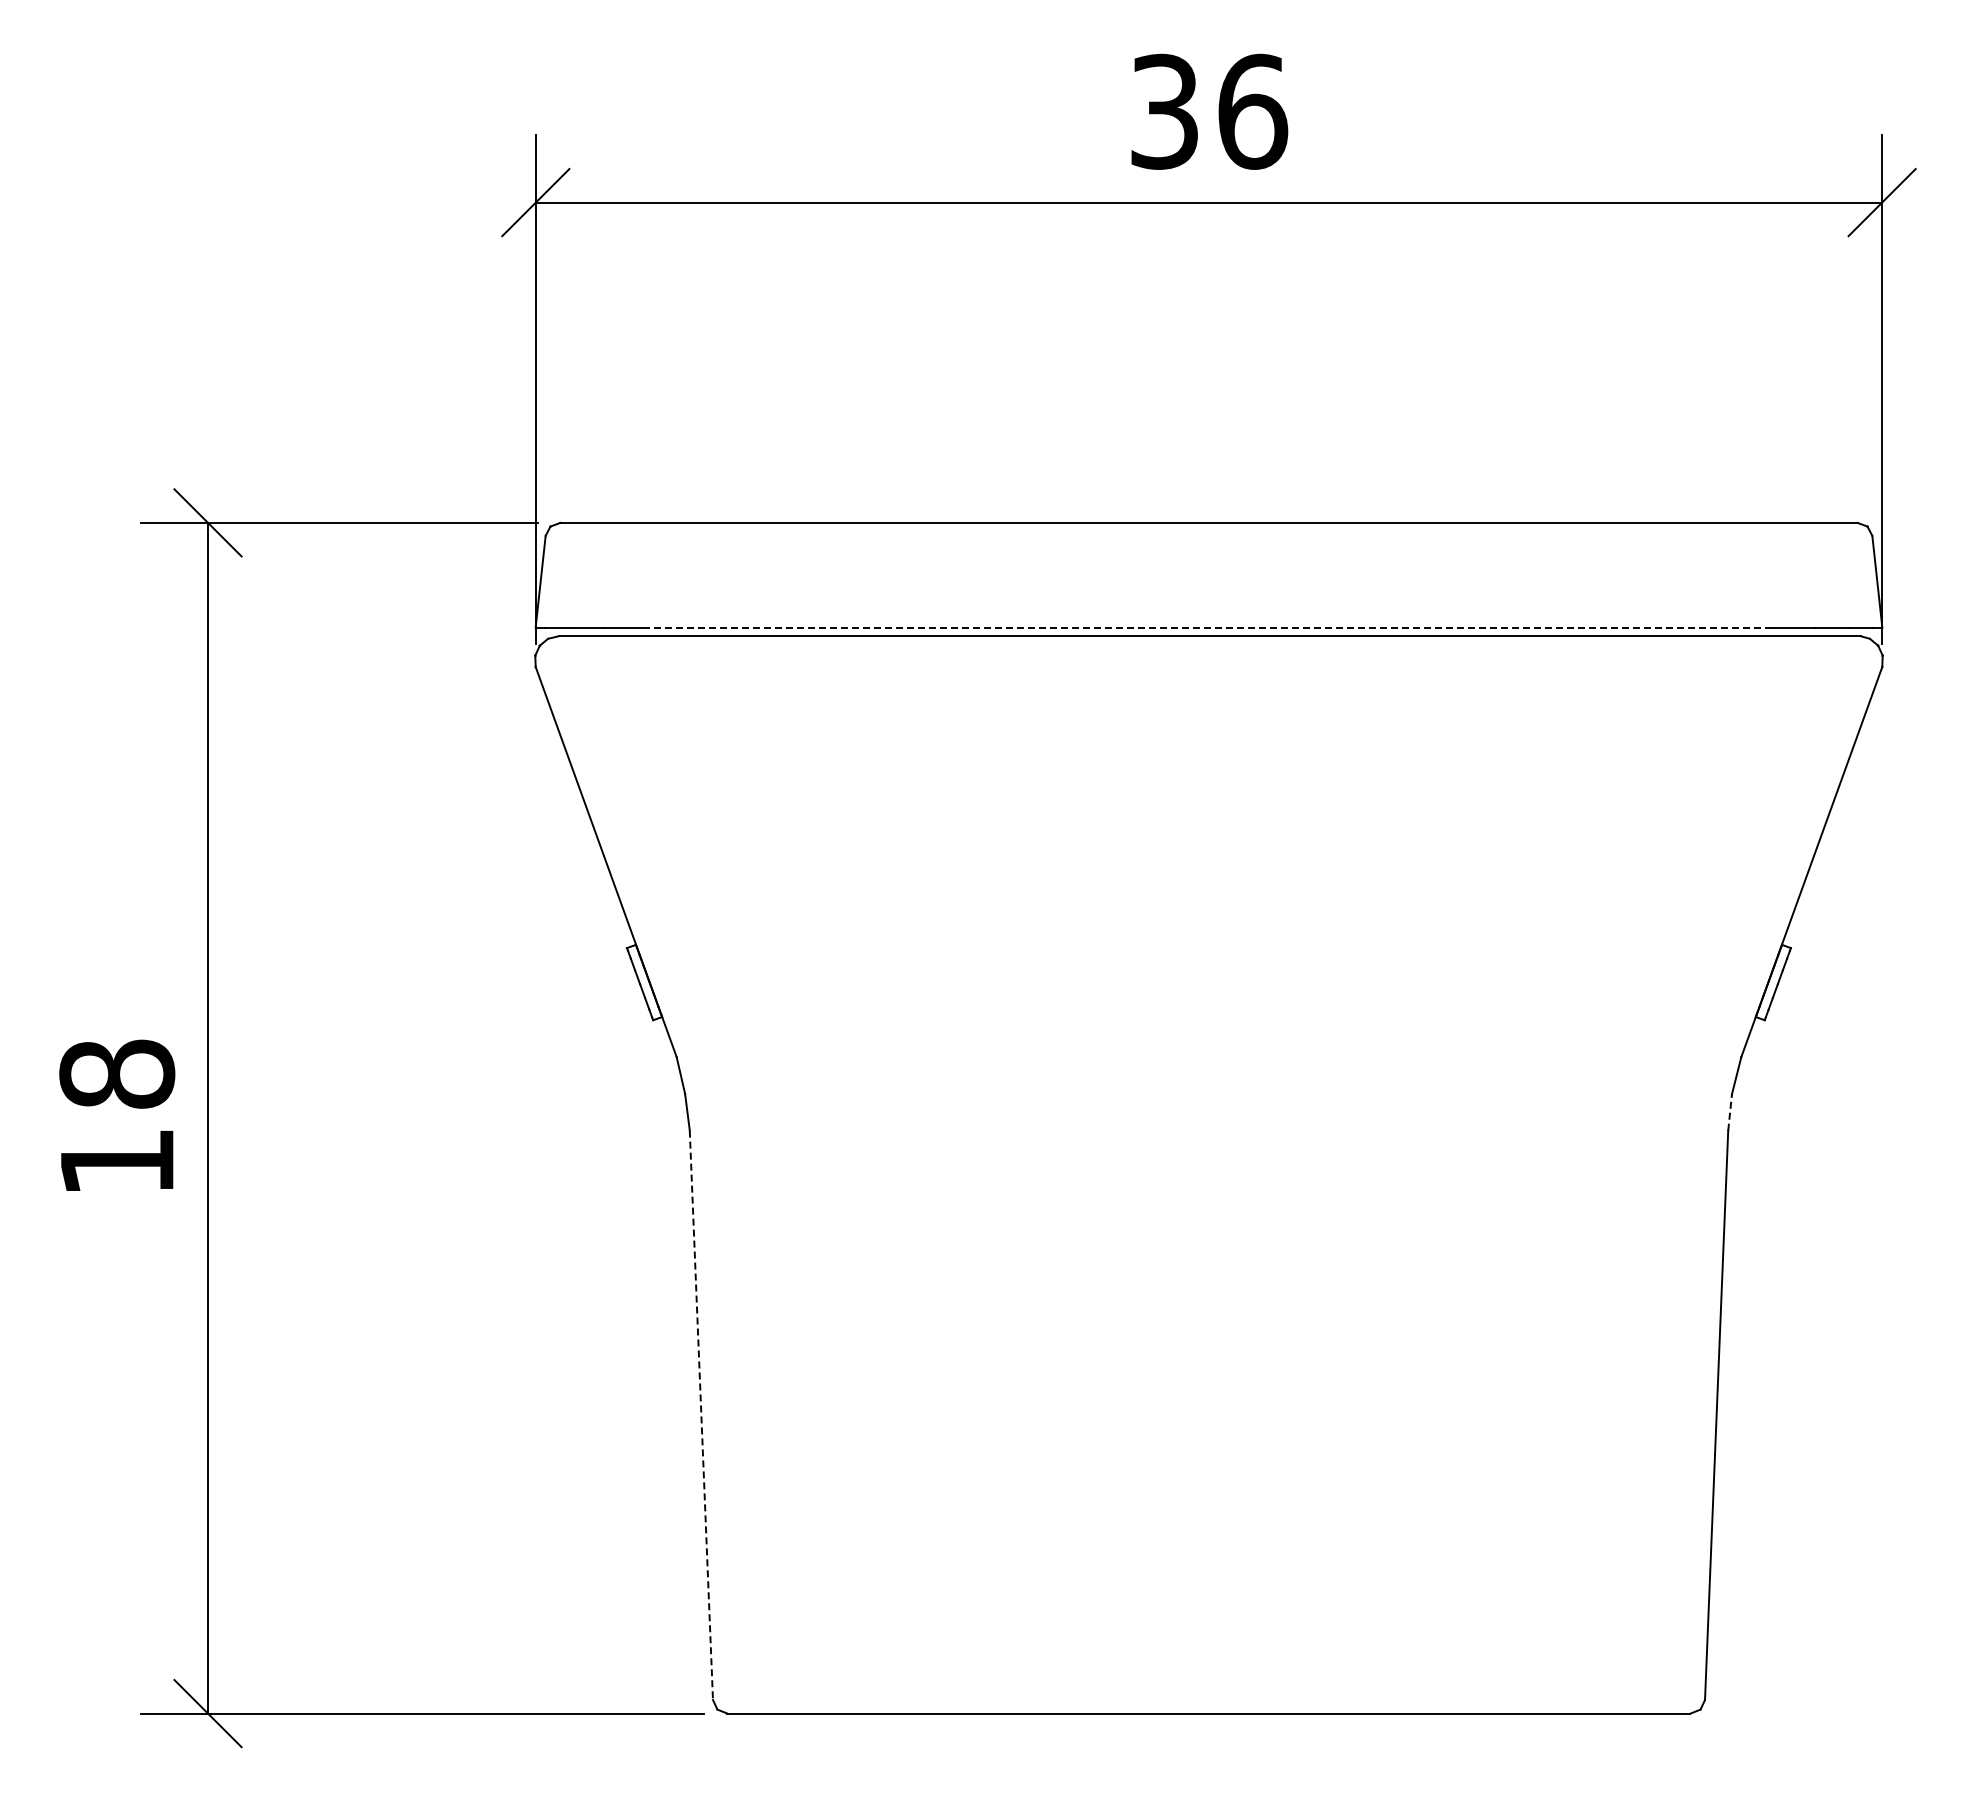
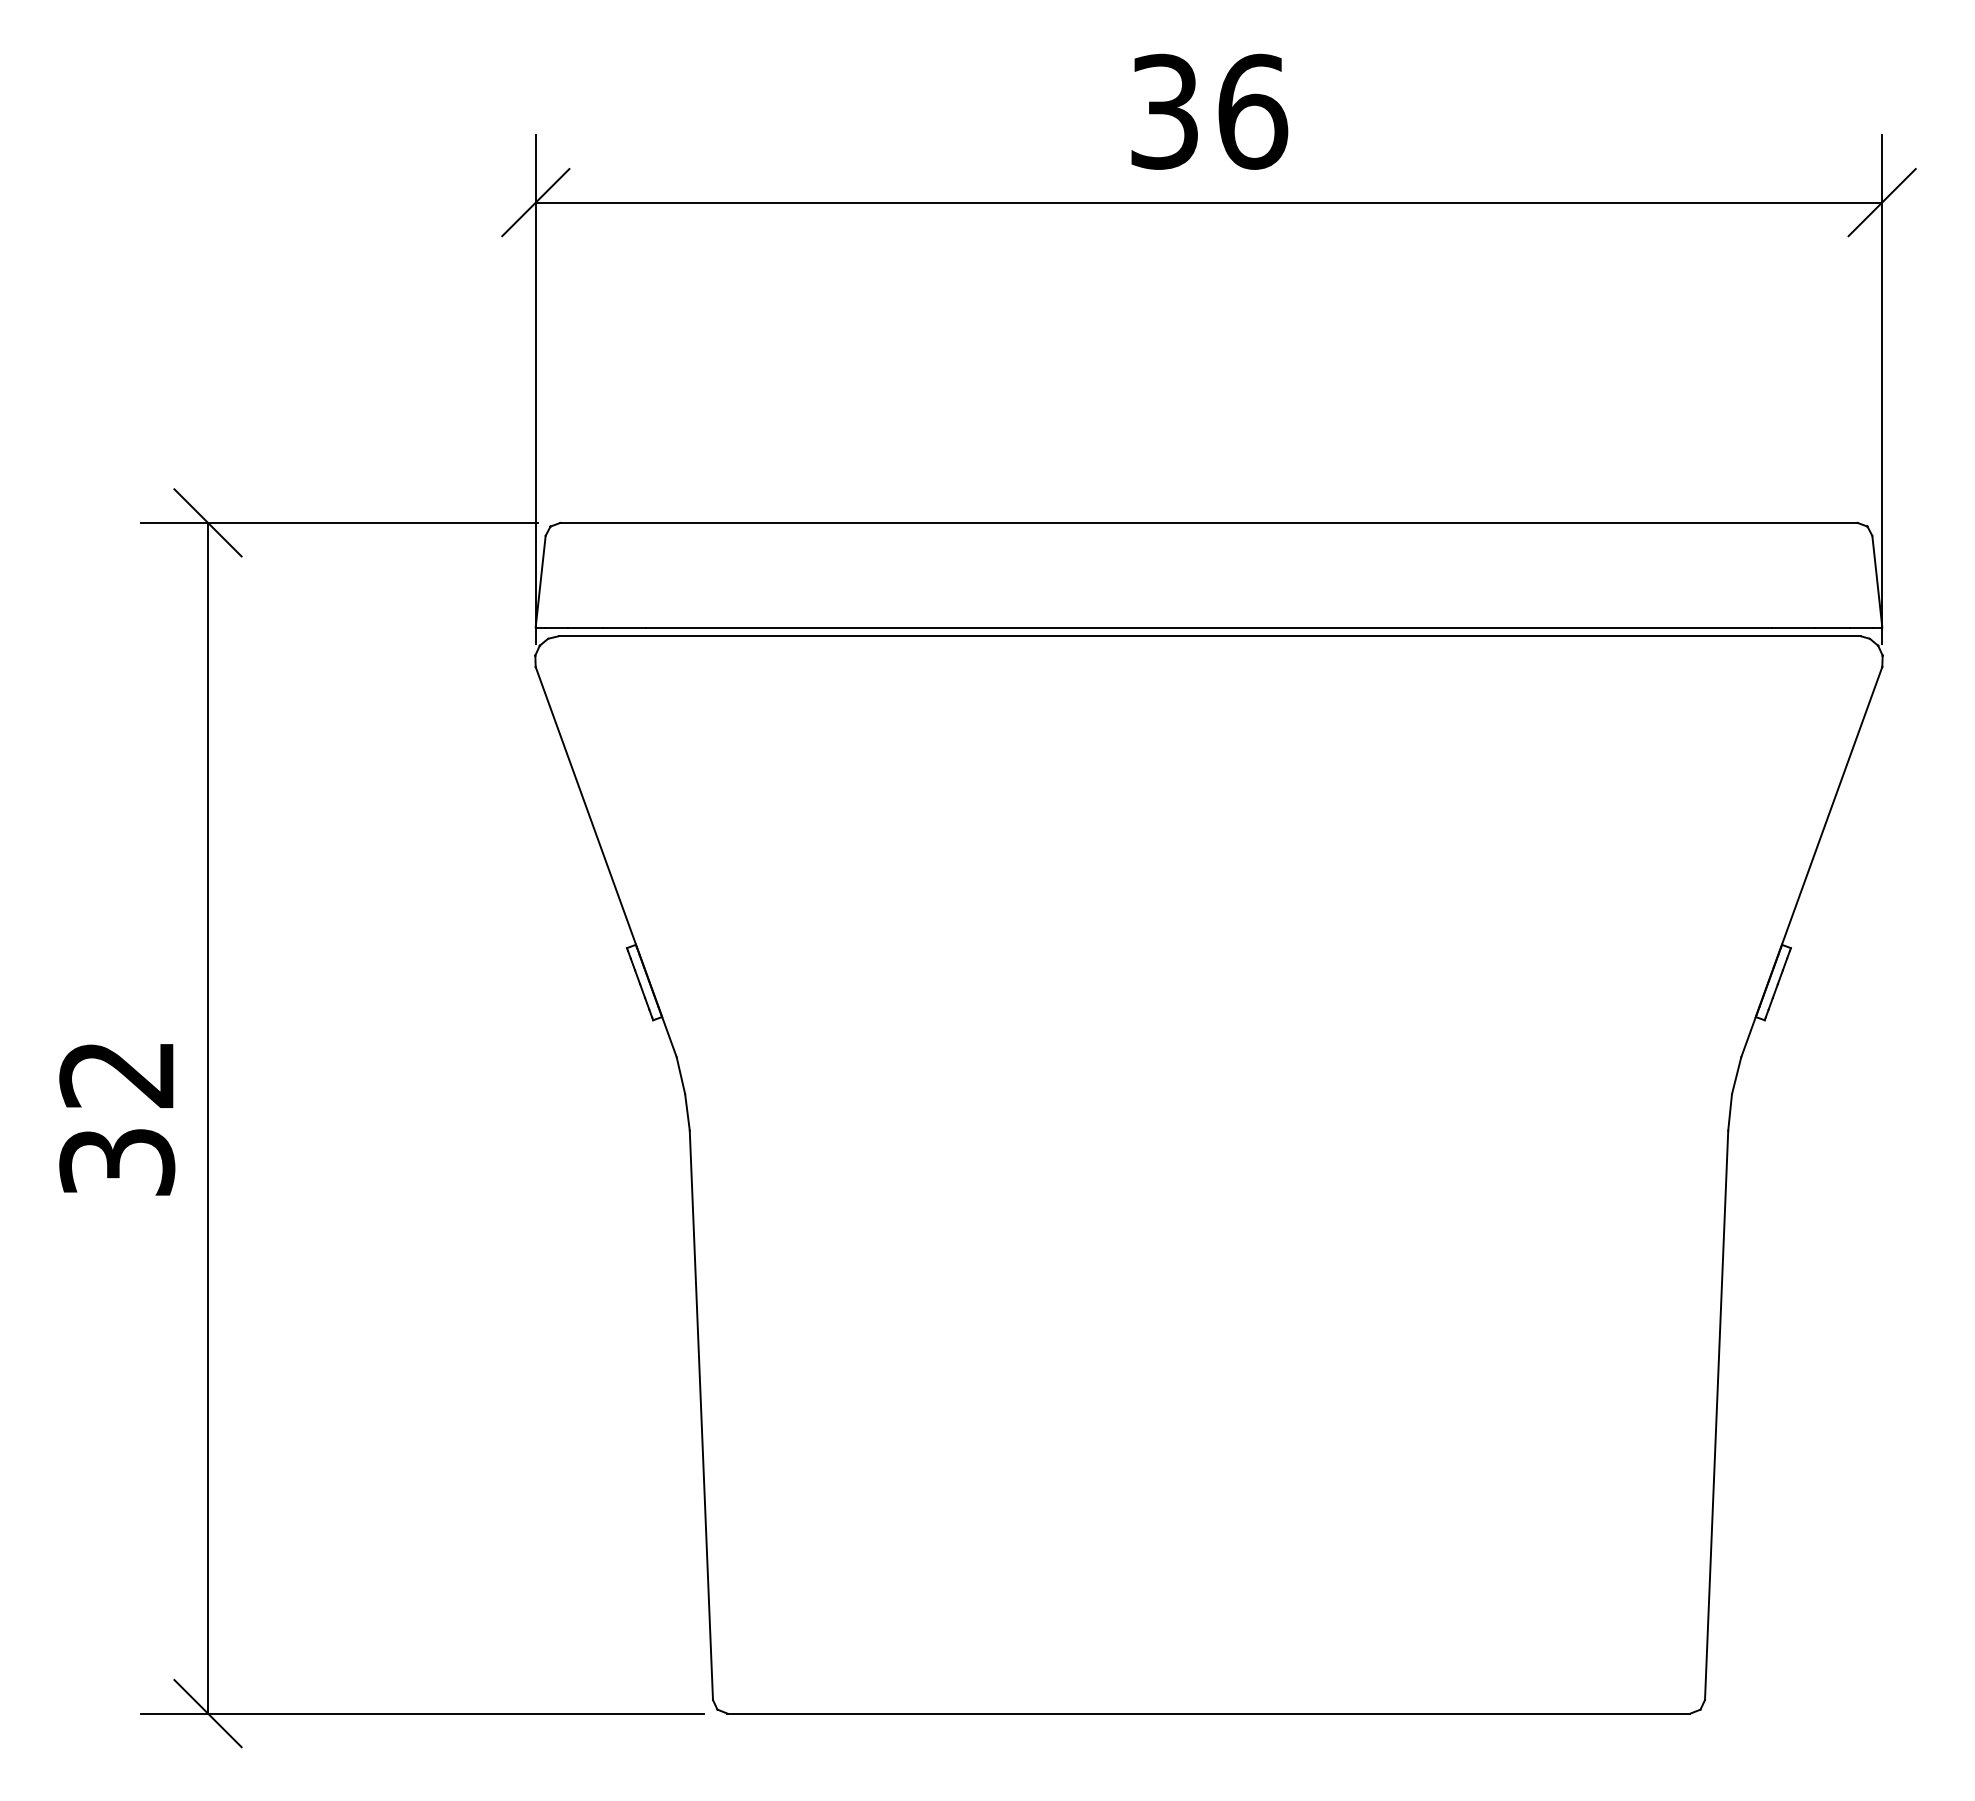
line at (1209, 627): dashed -> solid
line at (1730, 1111): dashed -> solid
text at (117, 1117): 18 -> 32
line at (701, 1415): dashed -> solid
